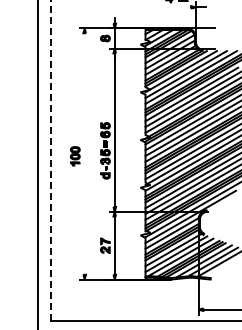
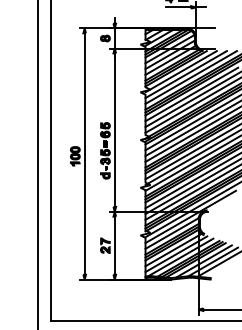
line at (178, 7): none -> present
line at (84, 153): none -> present
line at (51, 160): dashed -> solid
